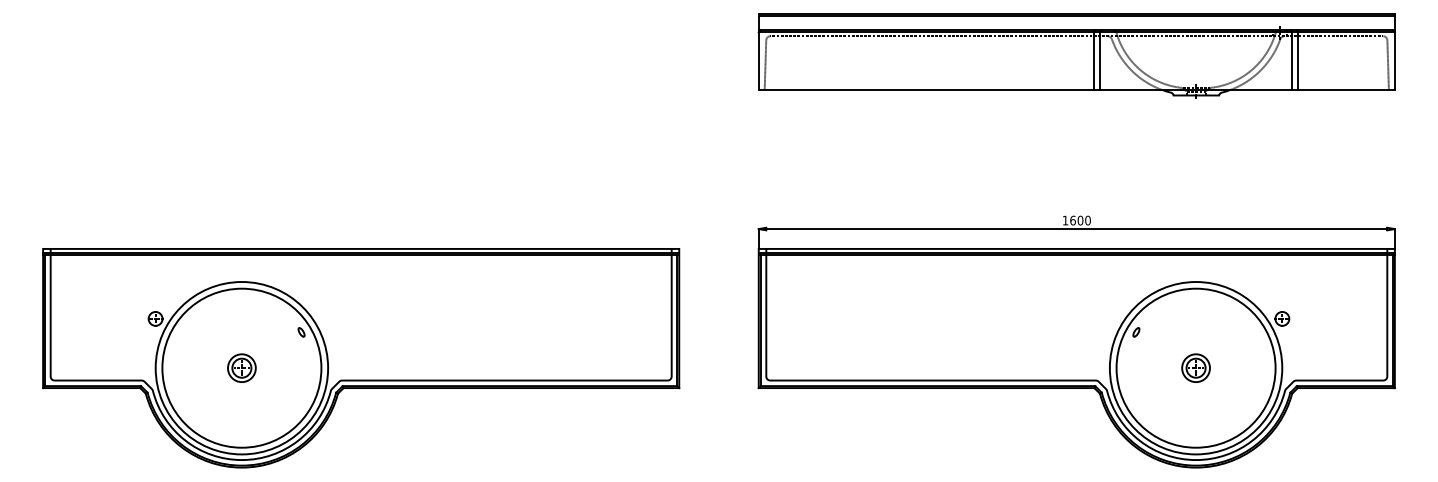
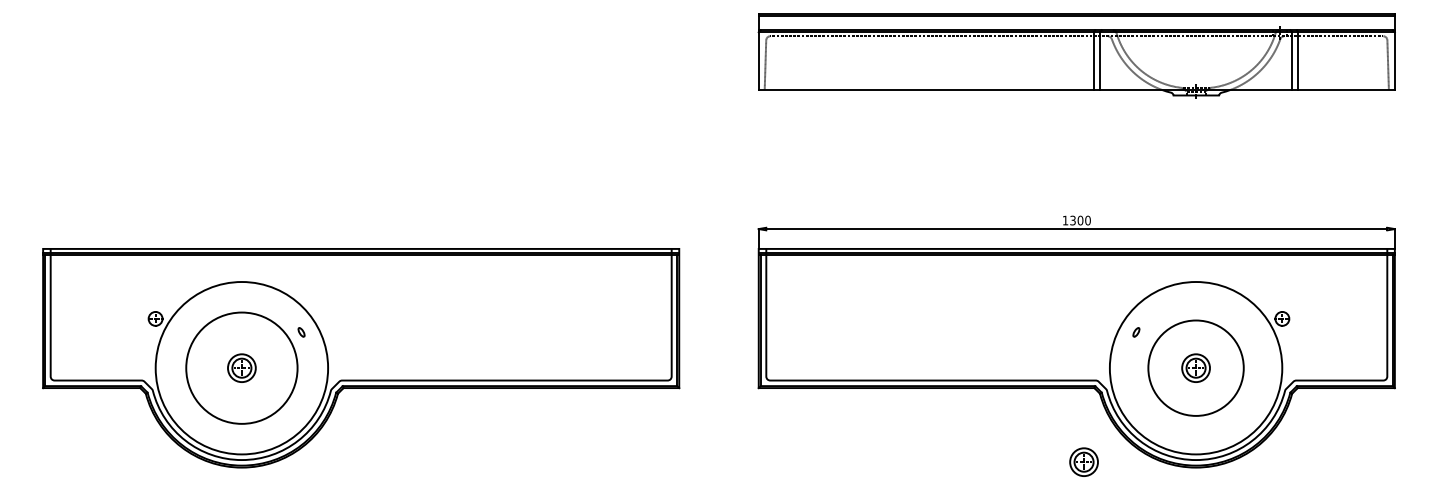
text at (1072, 220): 1600 -> 1300
circle at (241, 367) diameter: 159 px -> 111 px
circle at (1195, 367) diameter: 159 px -> 95 px
part at (1083, 461): none -> present
